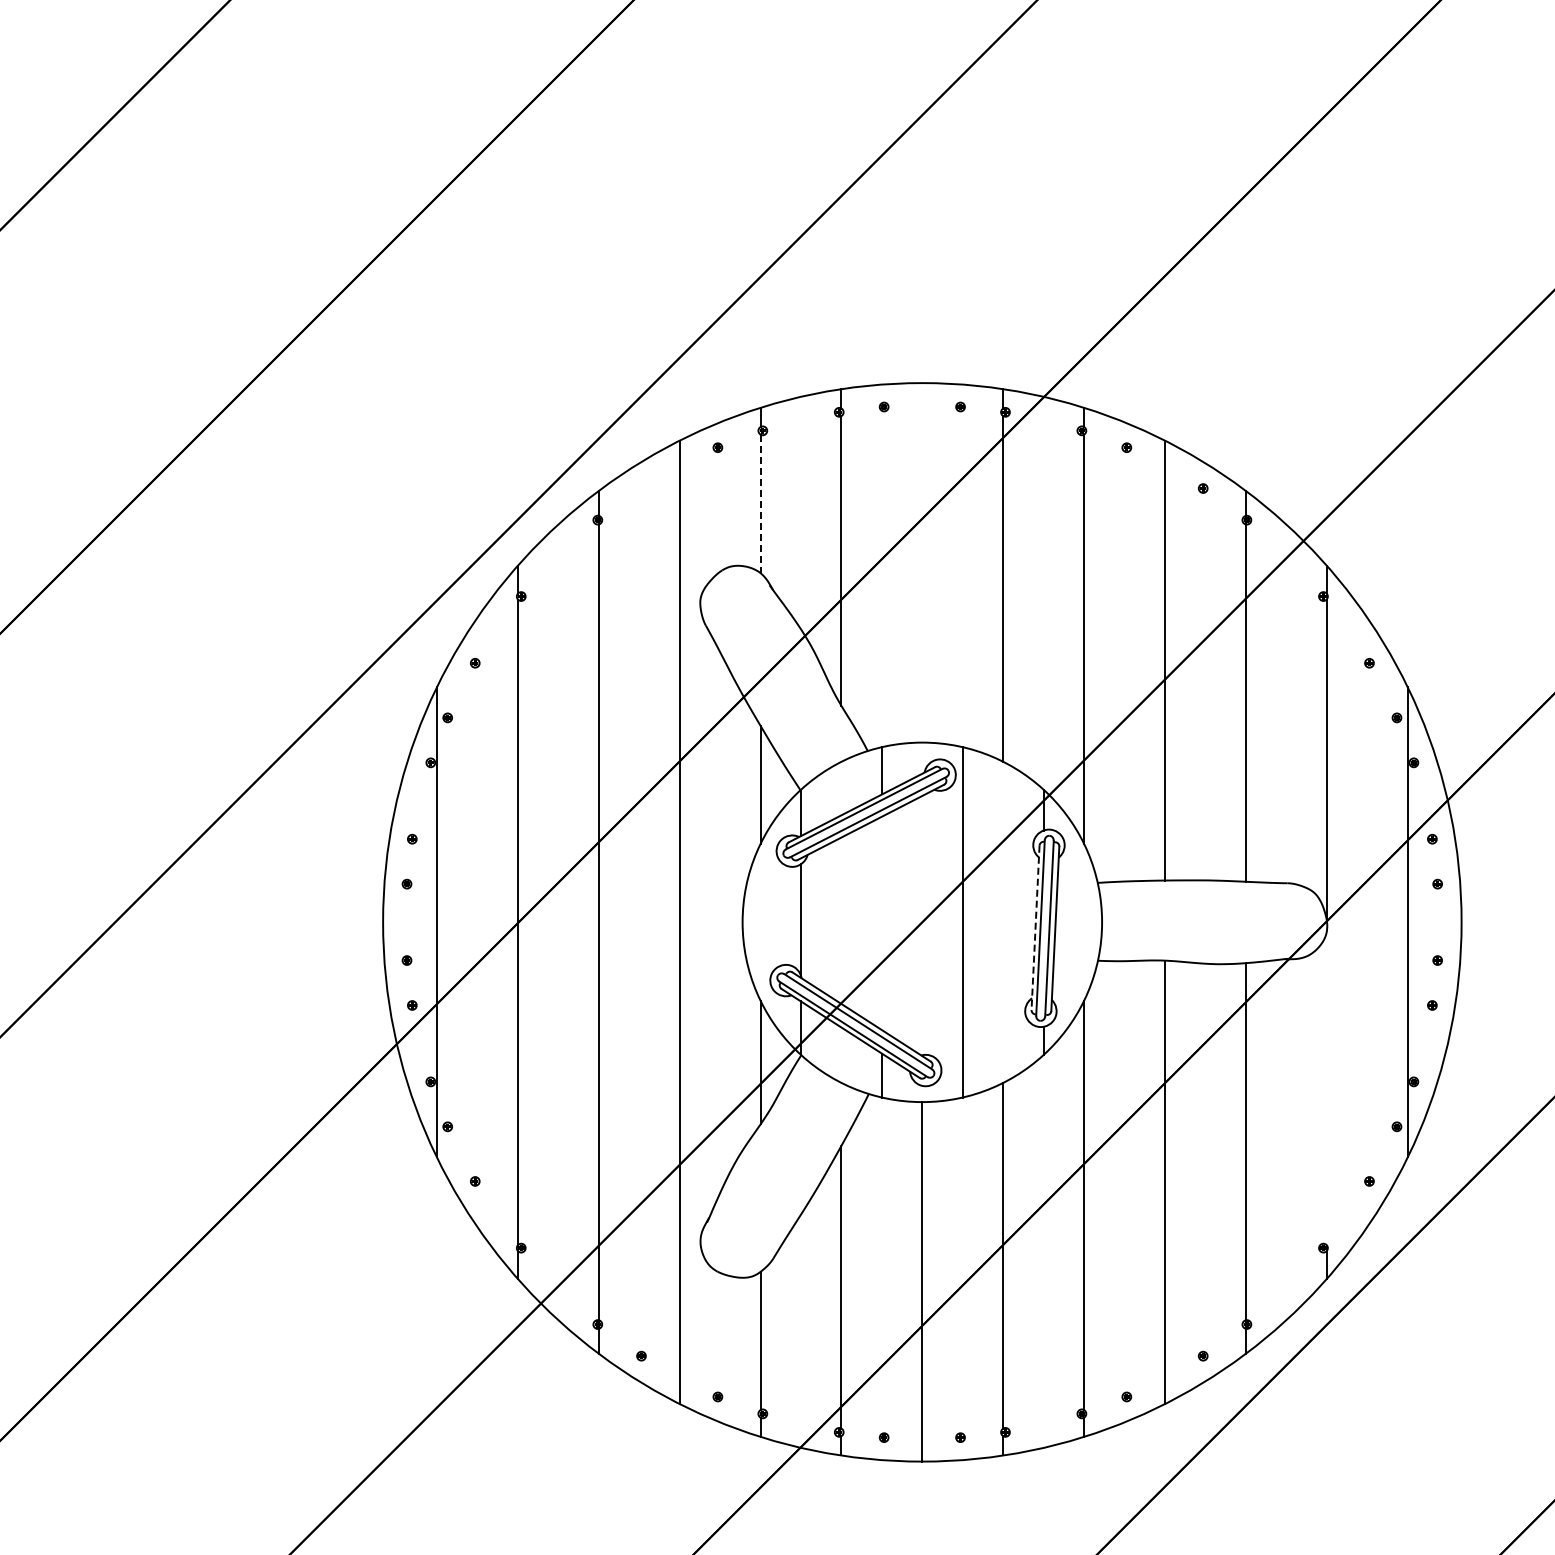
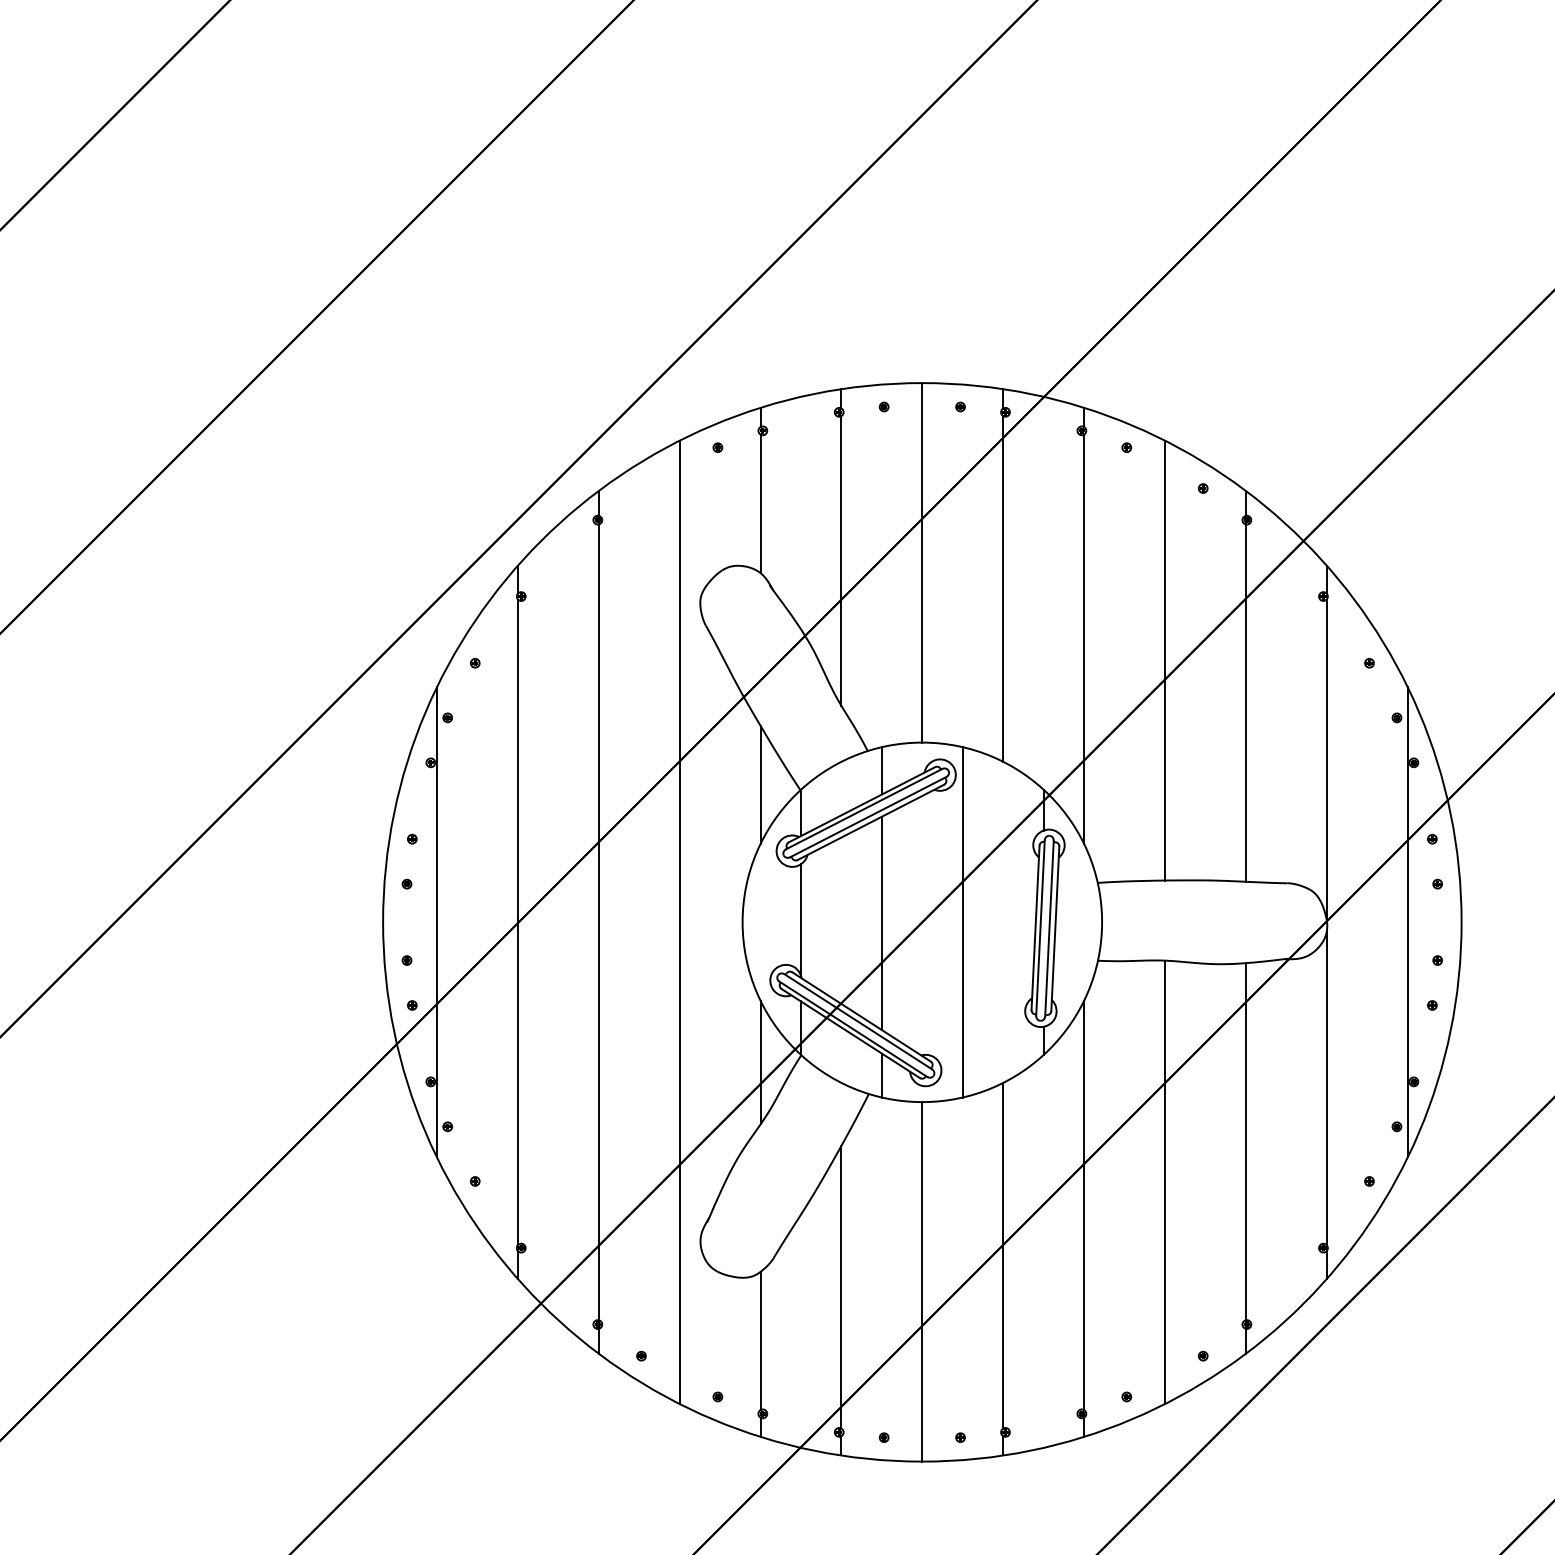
line at (760, 504): dashed -> solid
line at (922, 562): none -> present
line at (881, 923): none -> present
line at (1035, 928): dashed -> solid
line at (1326, 1088): none -> present
